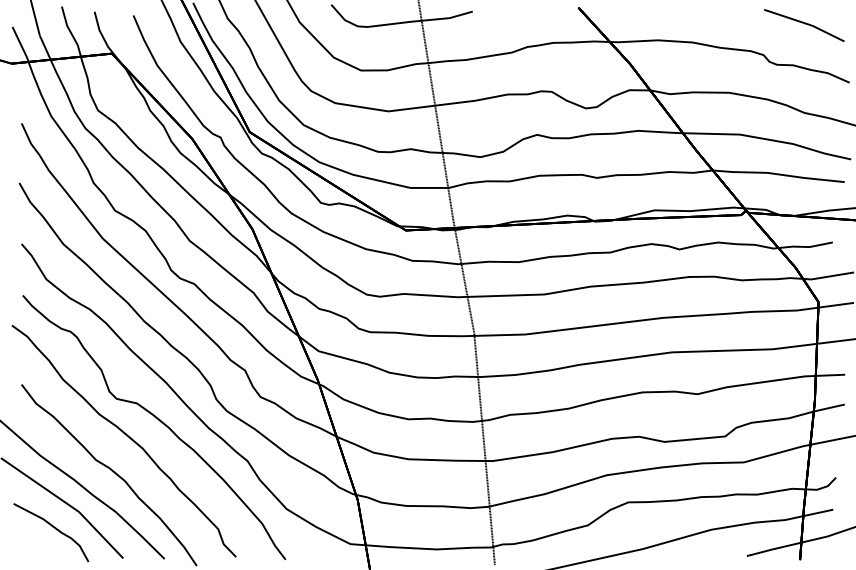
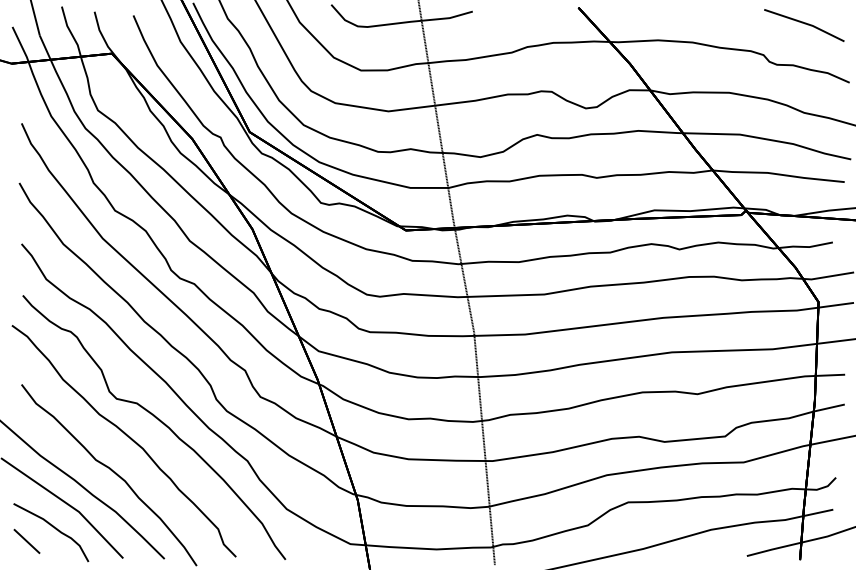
line at (26, 540): none -> present
